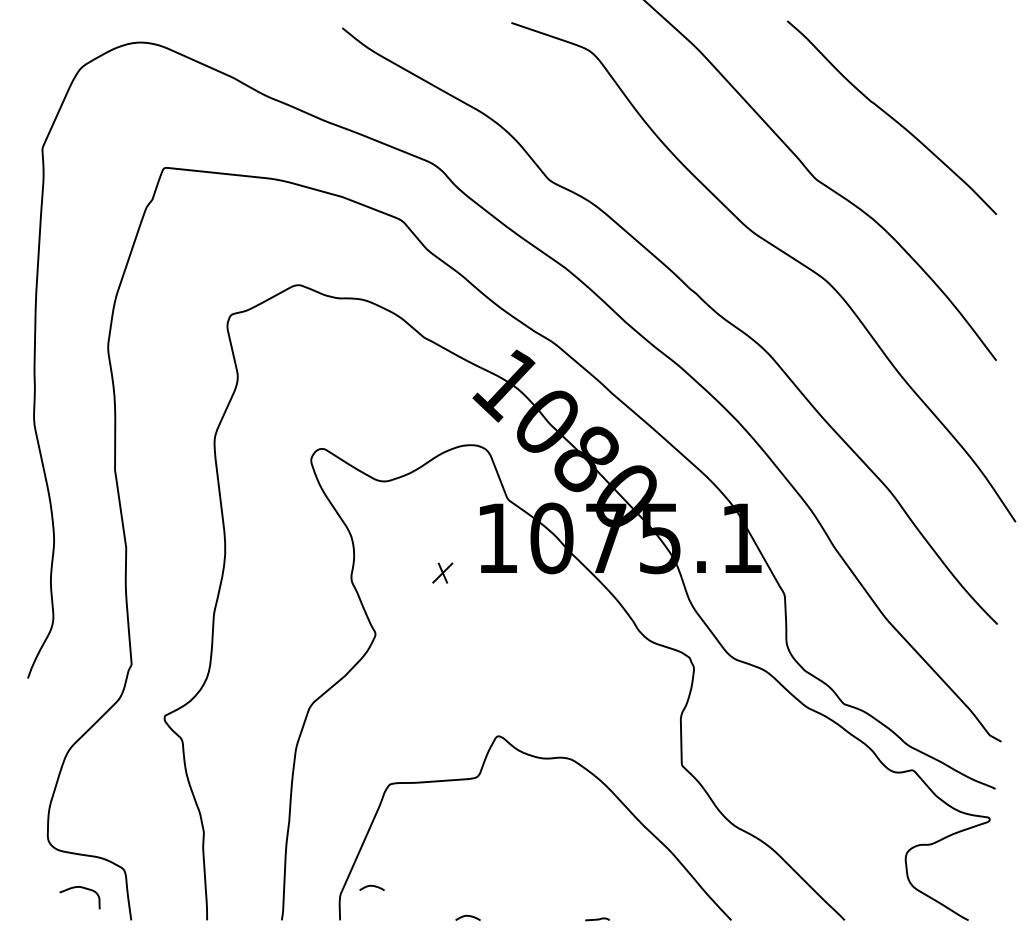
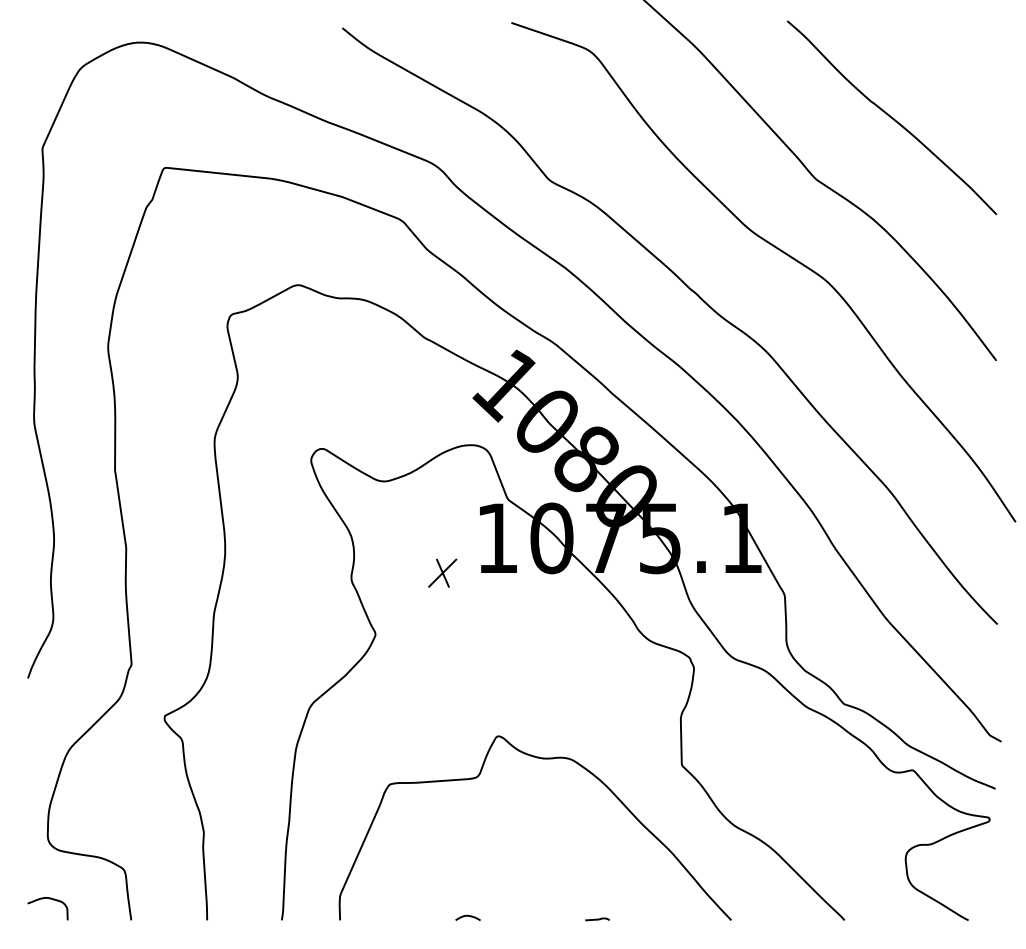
part at (442, 572) size: 22x22 px -> 30x30 px
curve at (371, 886): present -> none
curve at (81, 888) position: (81, 888) -> (49, 899)
